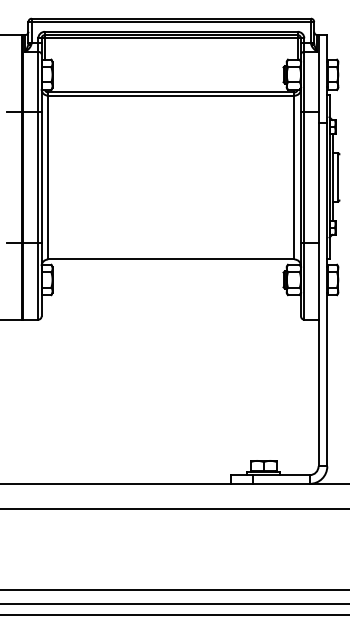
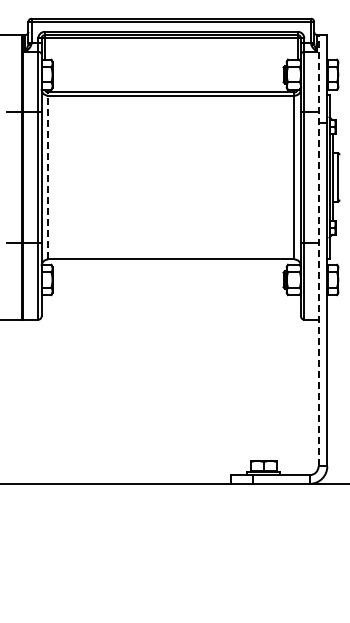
line at (48, 175): solid -> dashed
line at (318, 250): solid -> dashed
line at (174, 509): present -> none
line at (174, 590): present -> none
line at (174, 604): present -> none
line at (174, 615): present -> none
